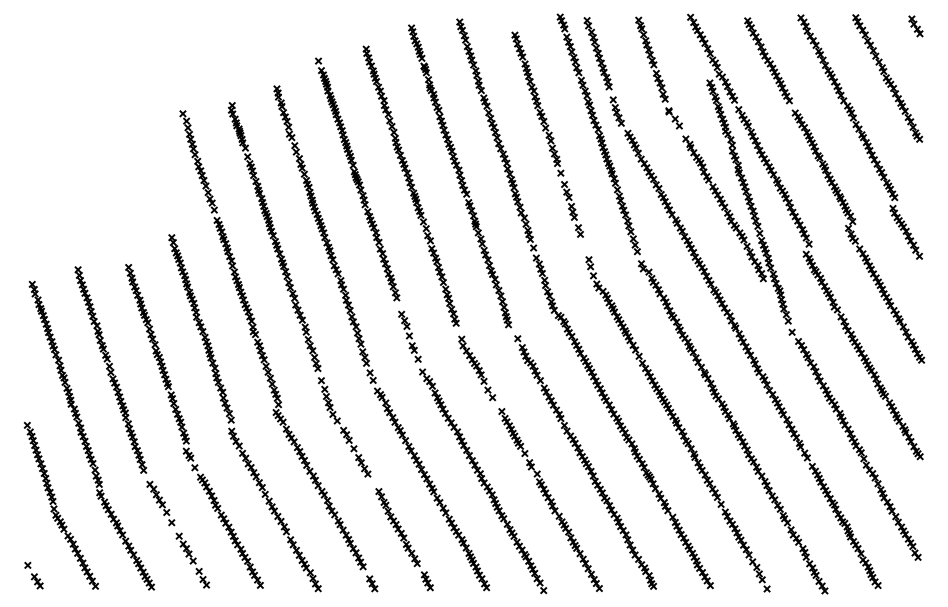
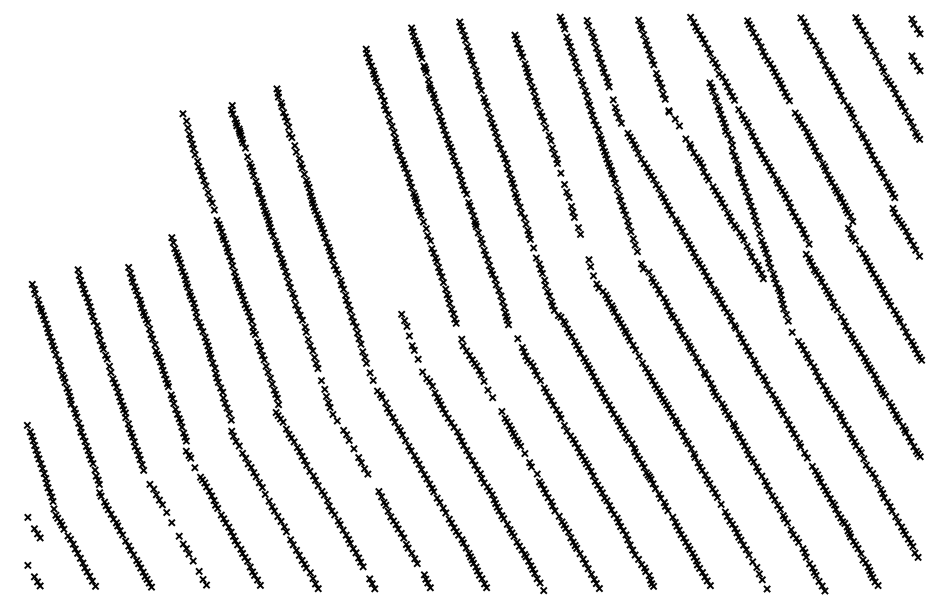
part at (915, 63): none -> present
part at (357, 179): present -> none
part at (33, 527): none -> present
